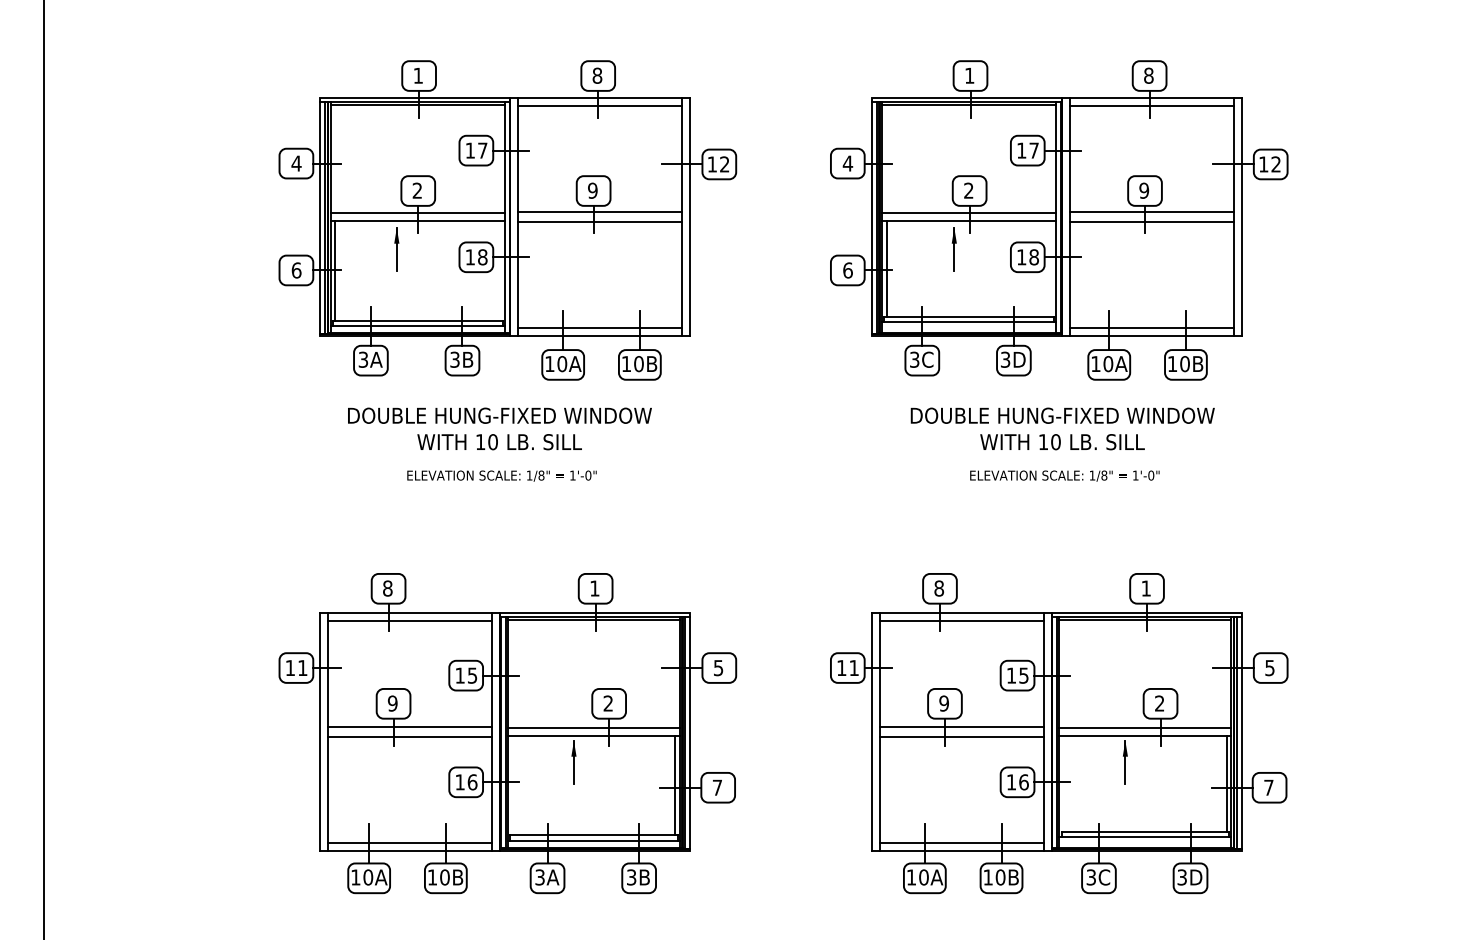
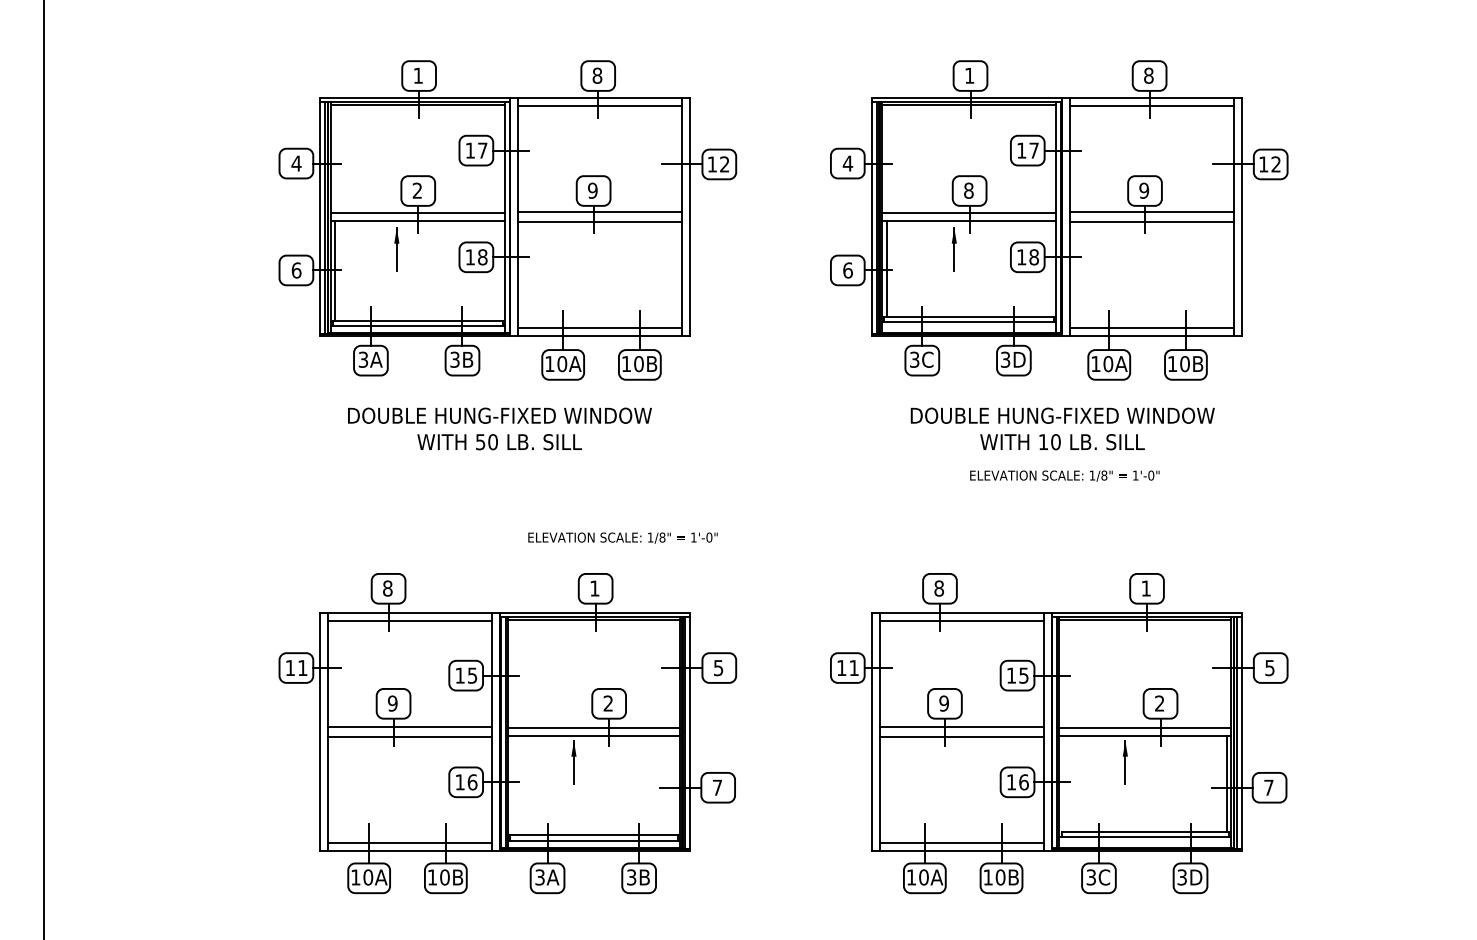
text at (968, 190): 2 -> 8
text at (480, 442): 10 -> 50
text at (501, 475) position: (501, 475) -> (622, 537)
line at (675, 785): present -> none
